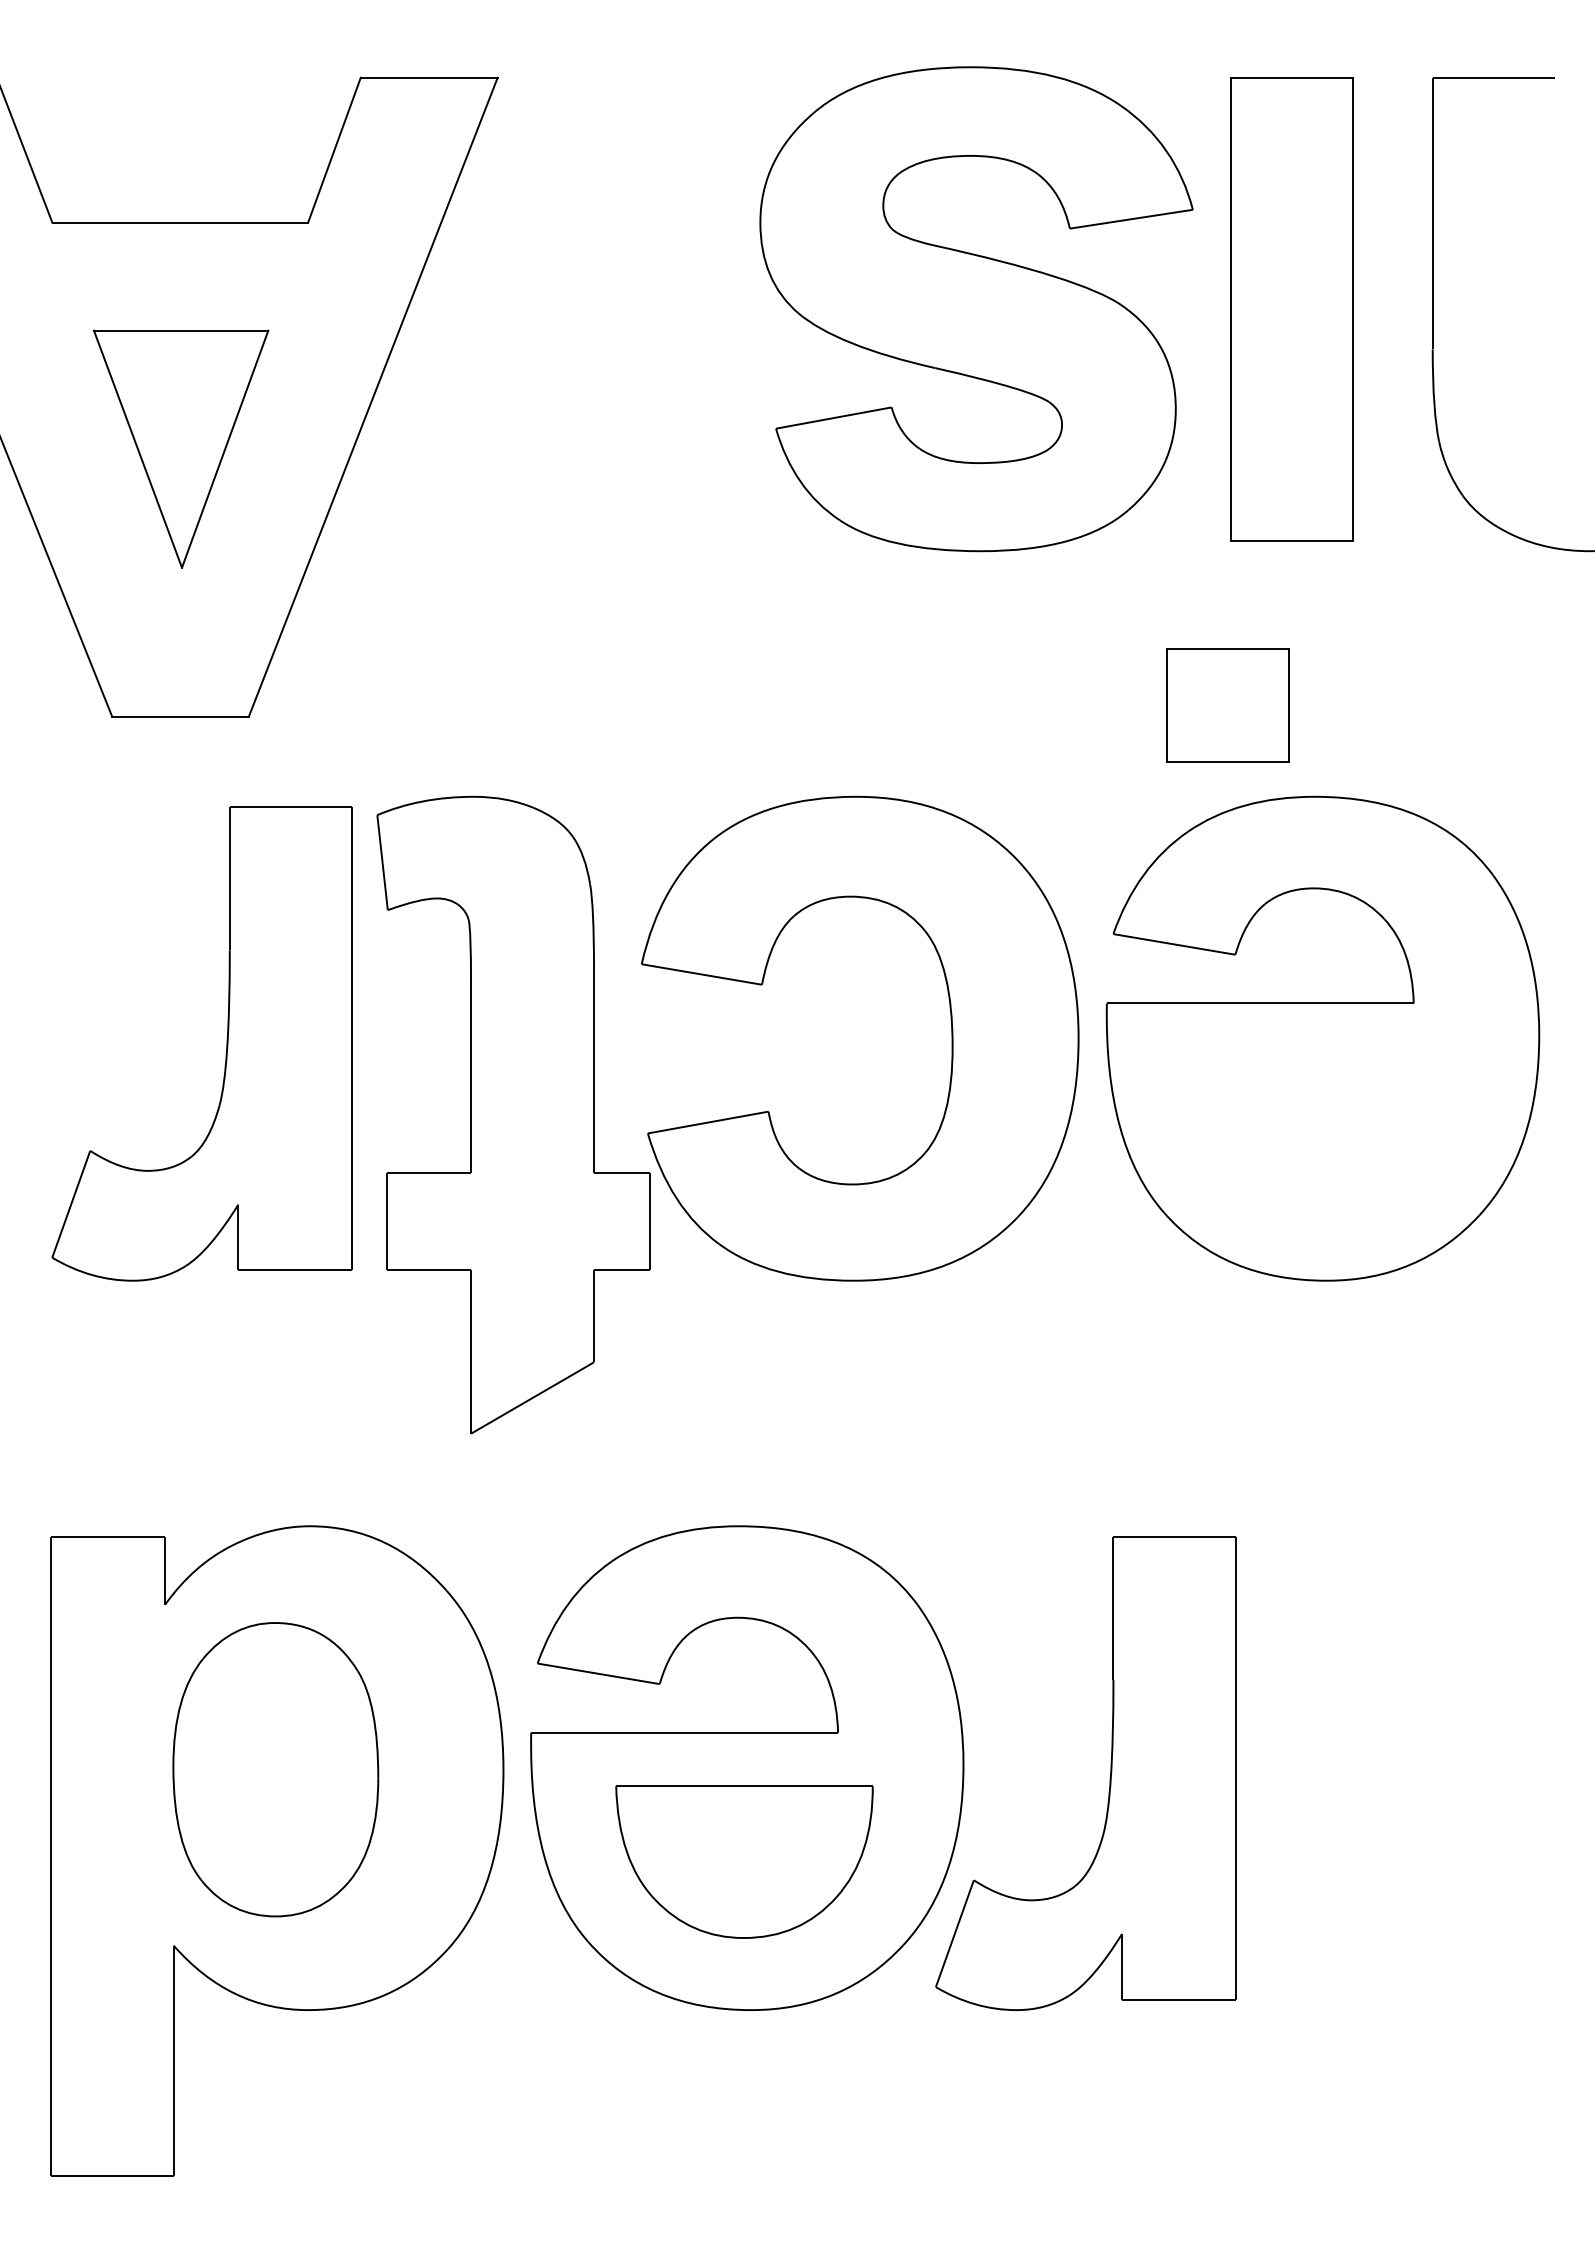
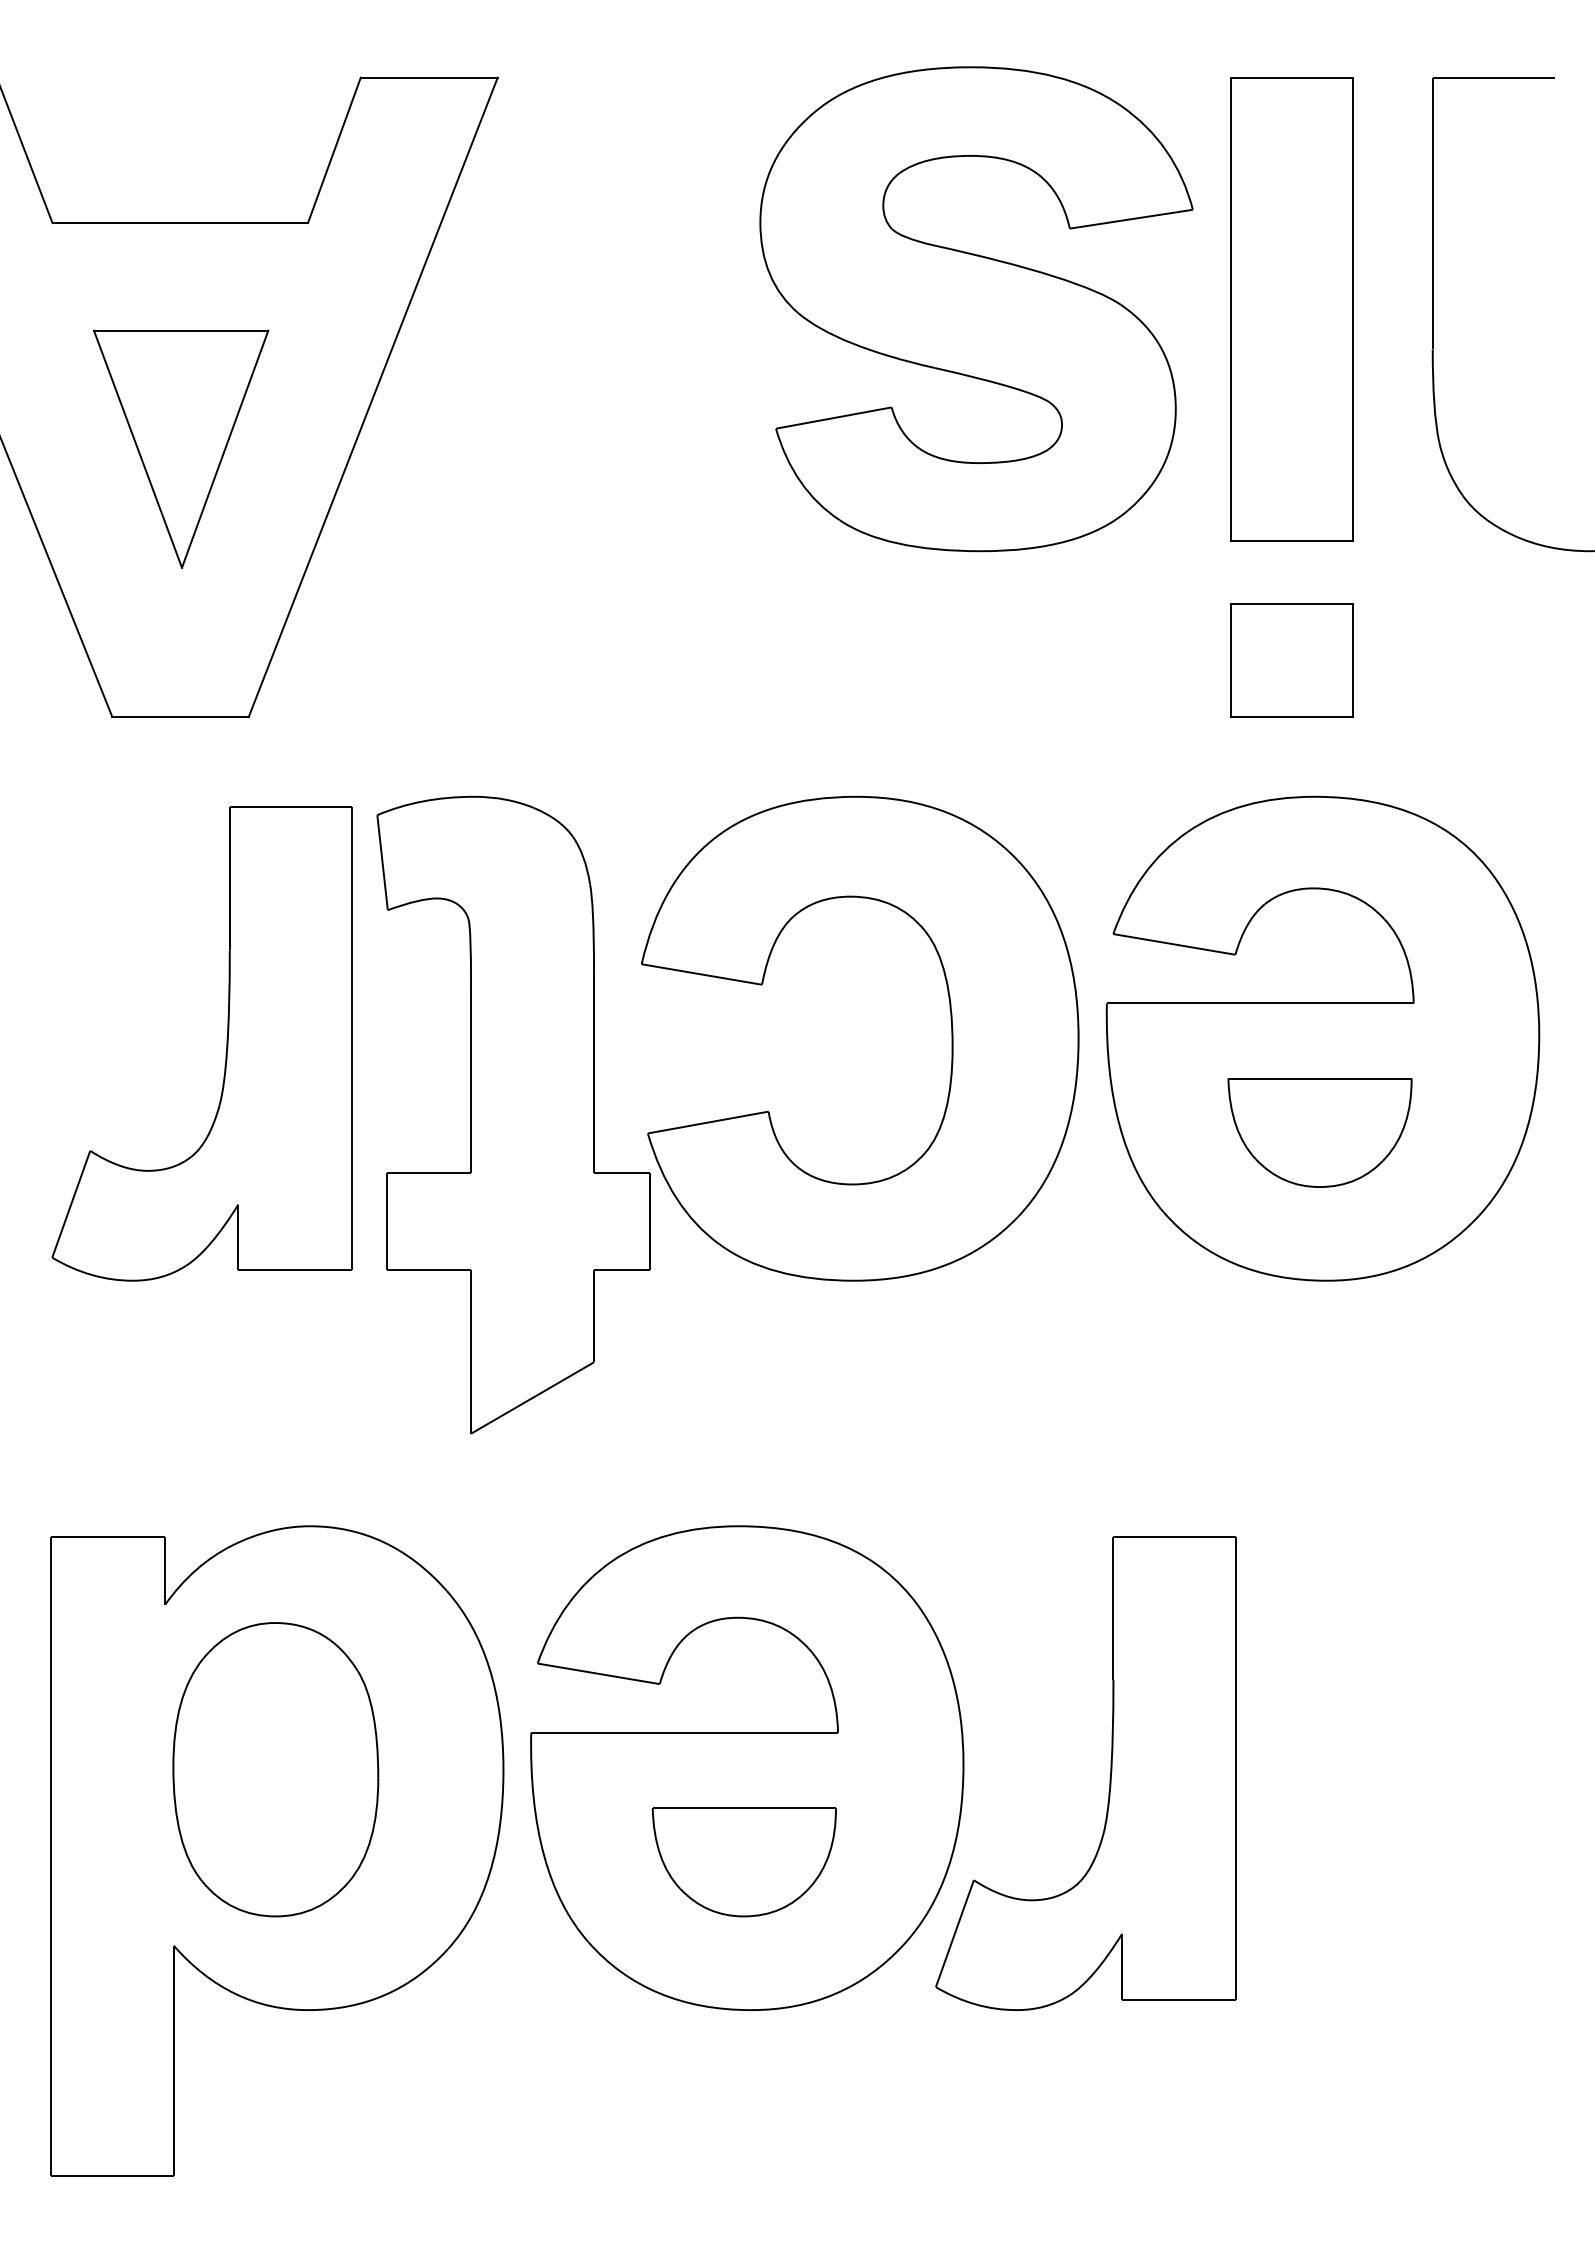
part at (1227, 705) position: (1227, 705) -> (1291, 660)
part at (1319, 1132): none -> present
part at (744, 1861) size: 259x154 px -> 186x111 px
